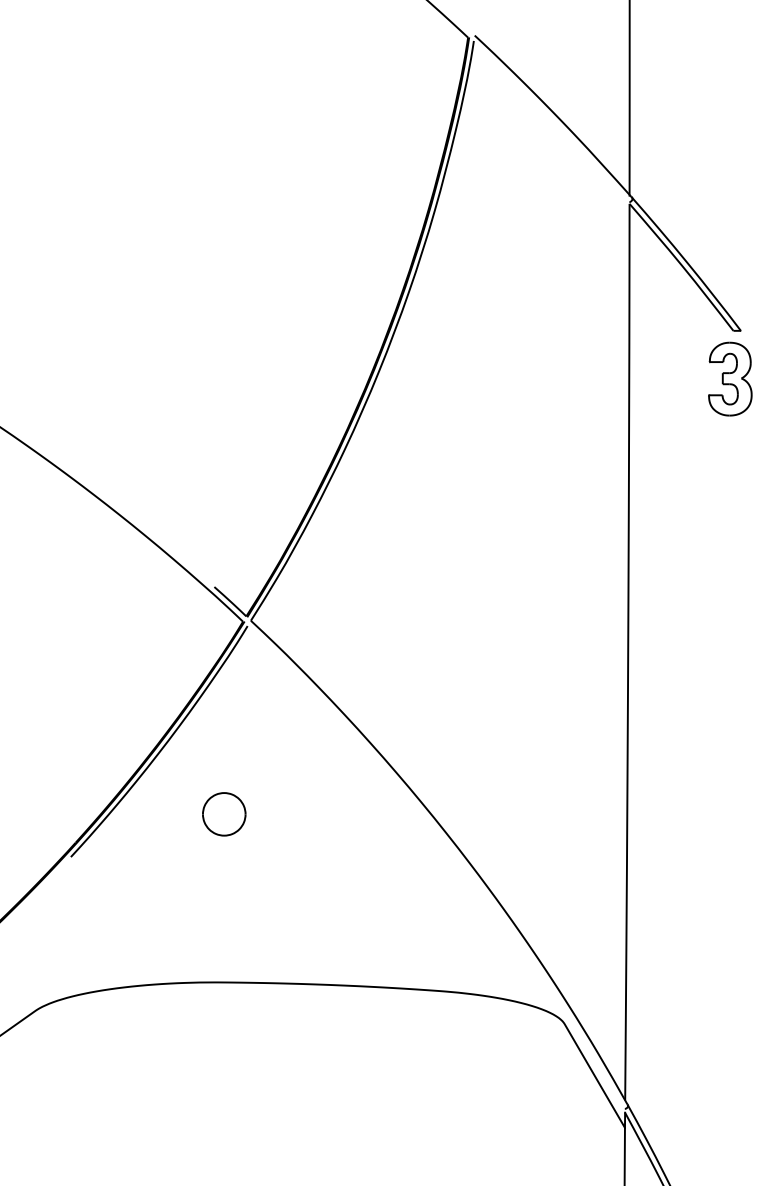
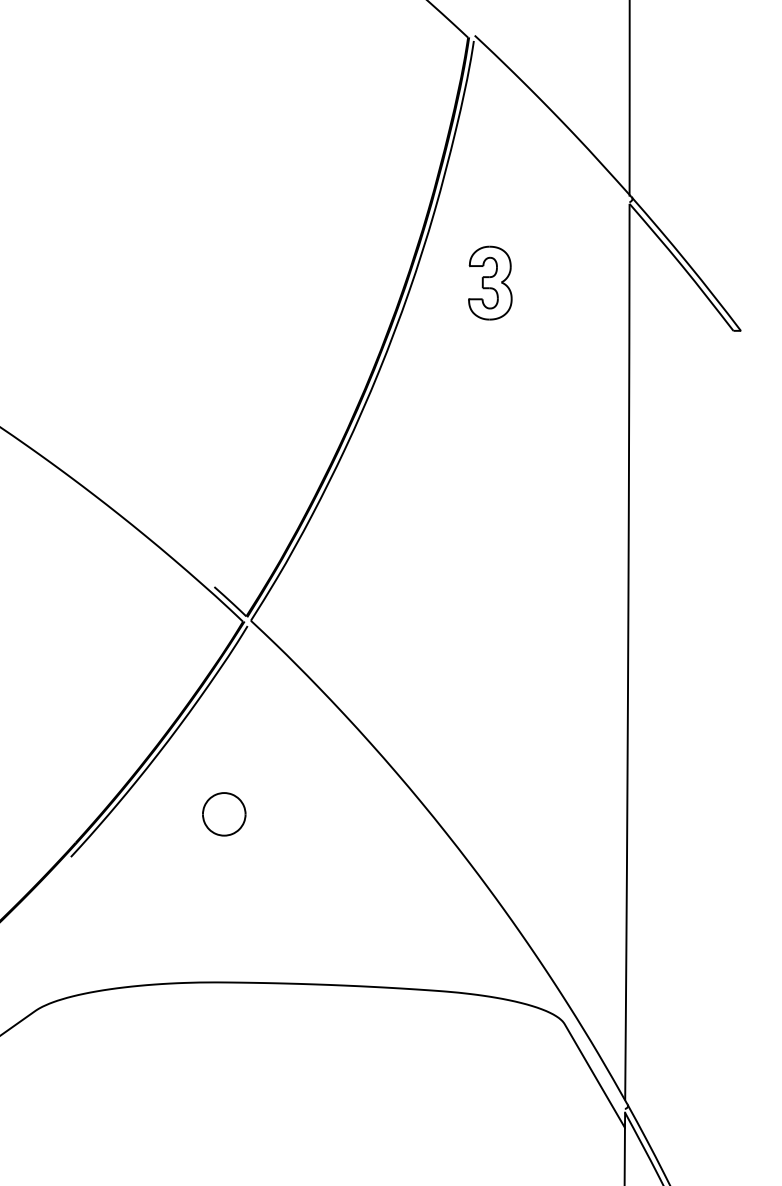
part at (730, 378) position: (730, 378) -> (490, 282)
